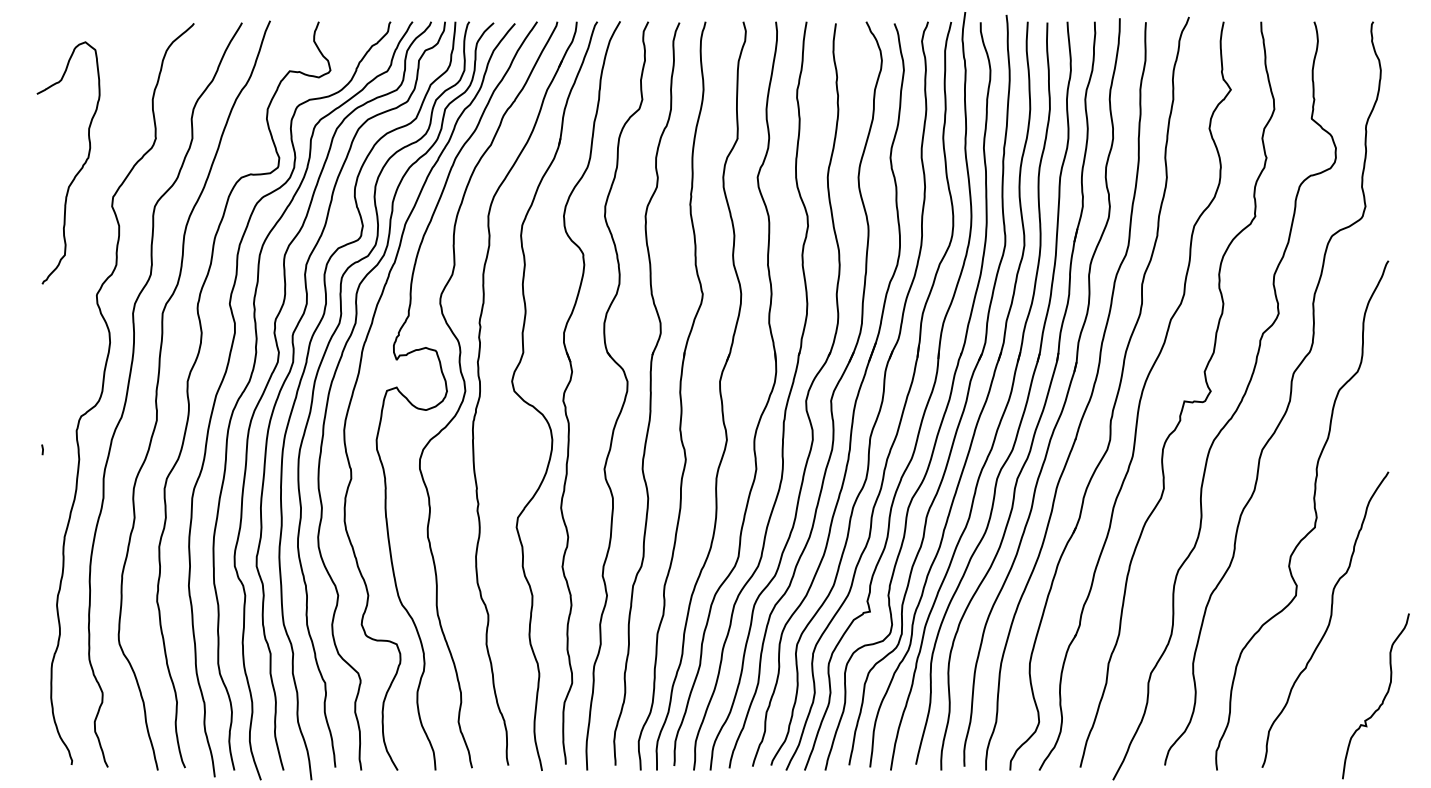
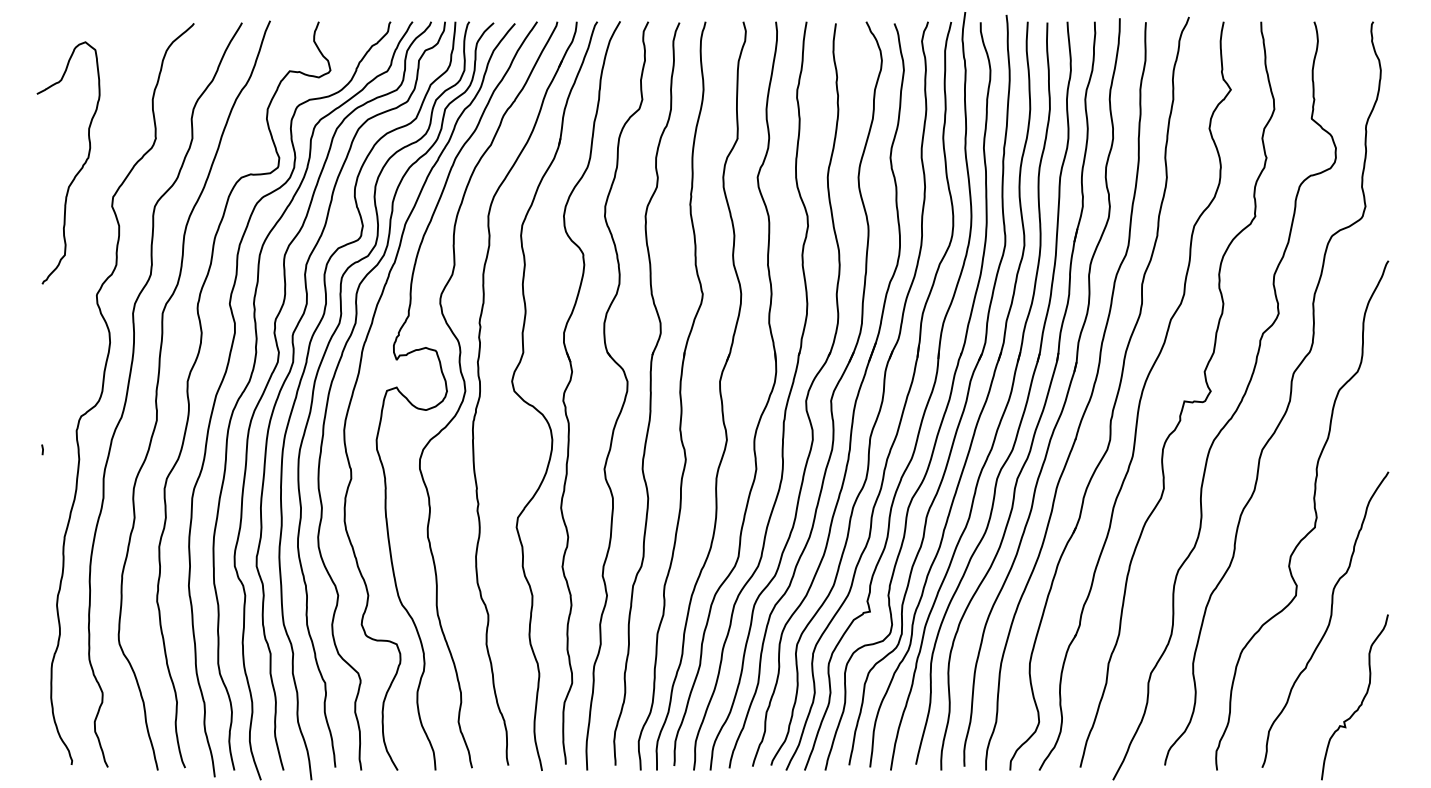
curve at (1383, 697) position: (1383, 697) -> (1362, 698)
